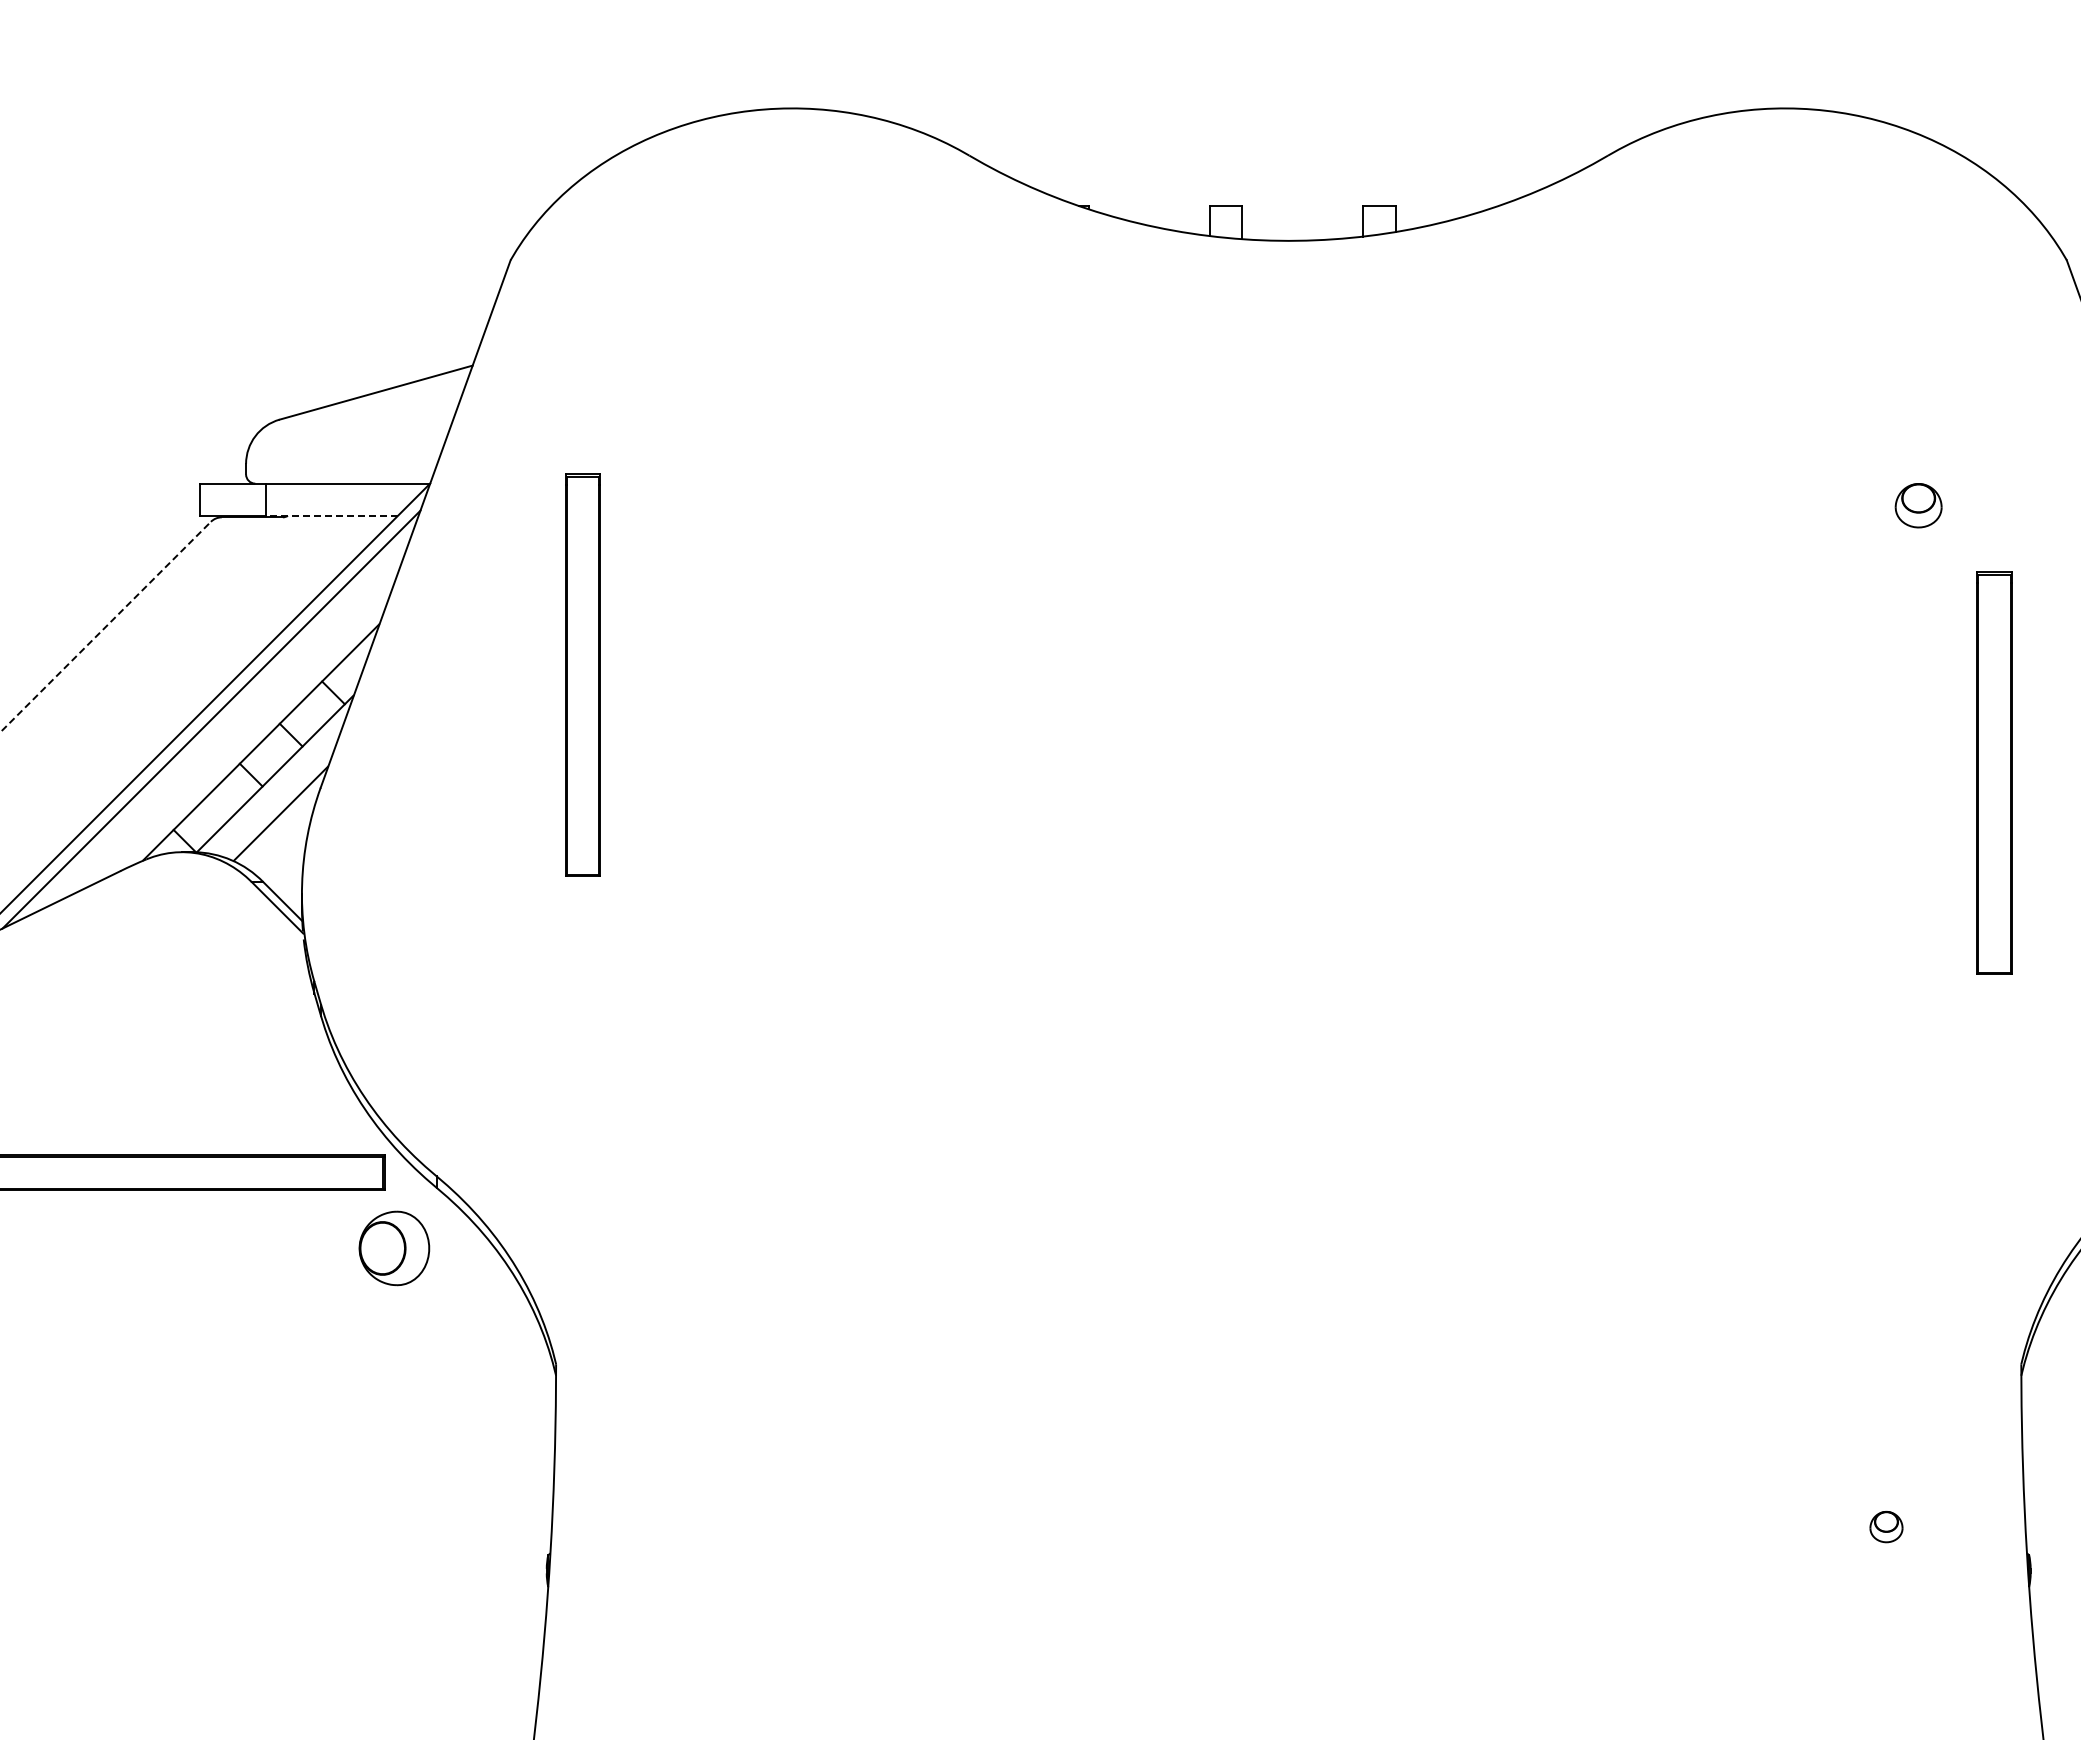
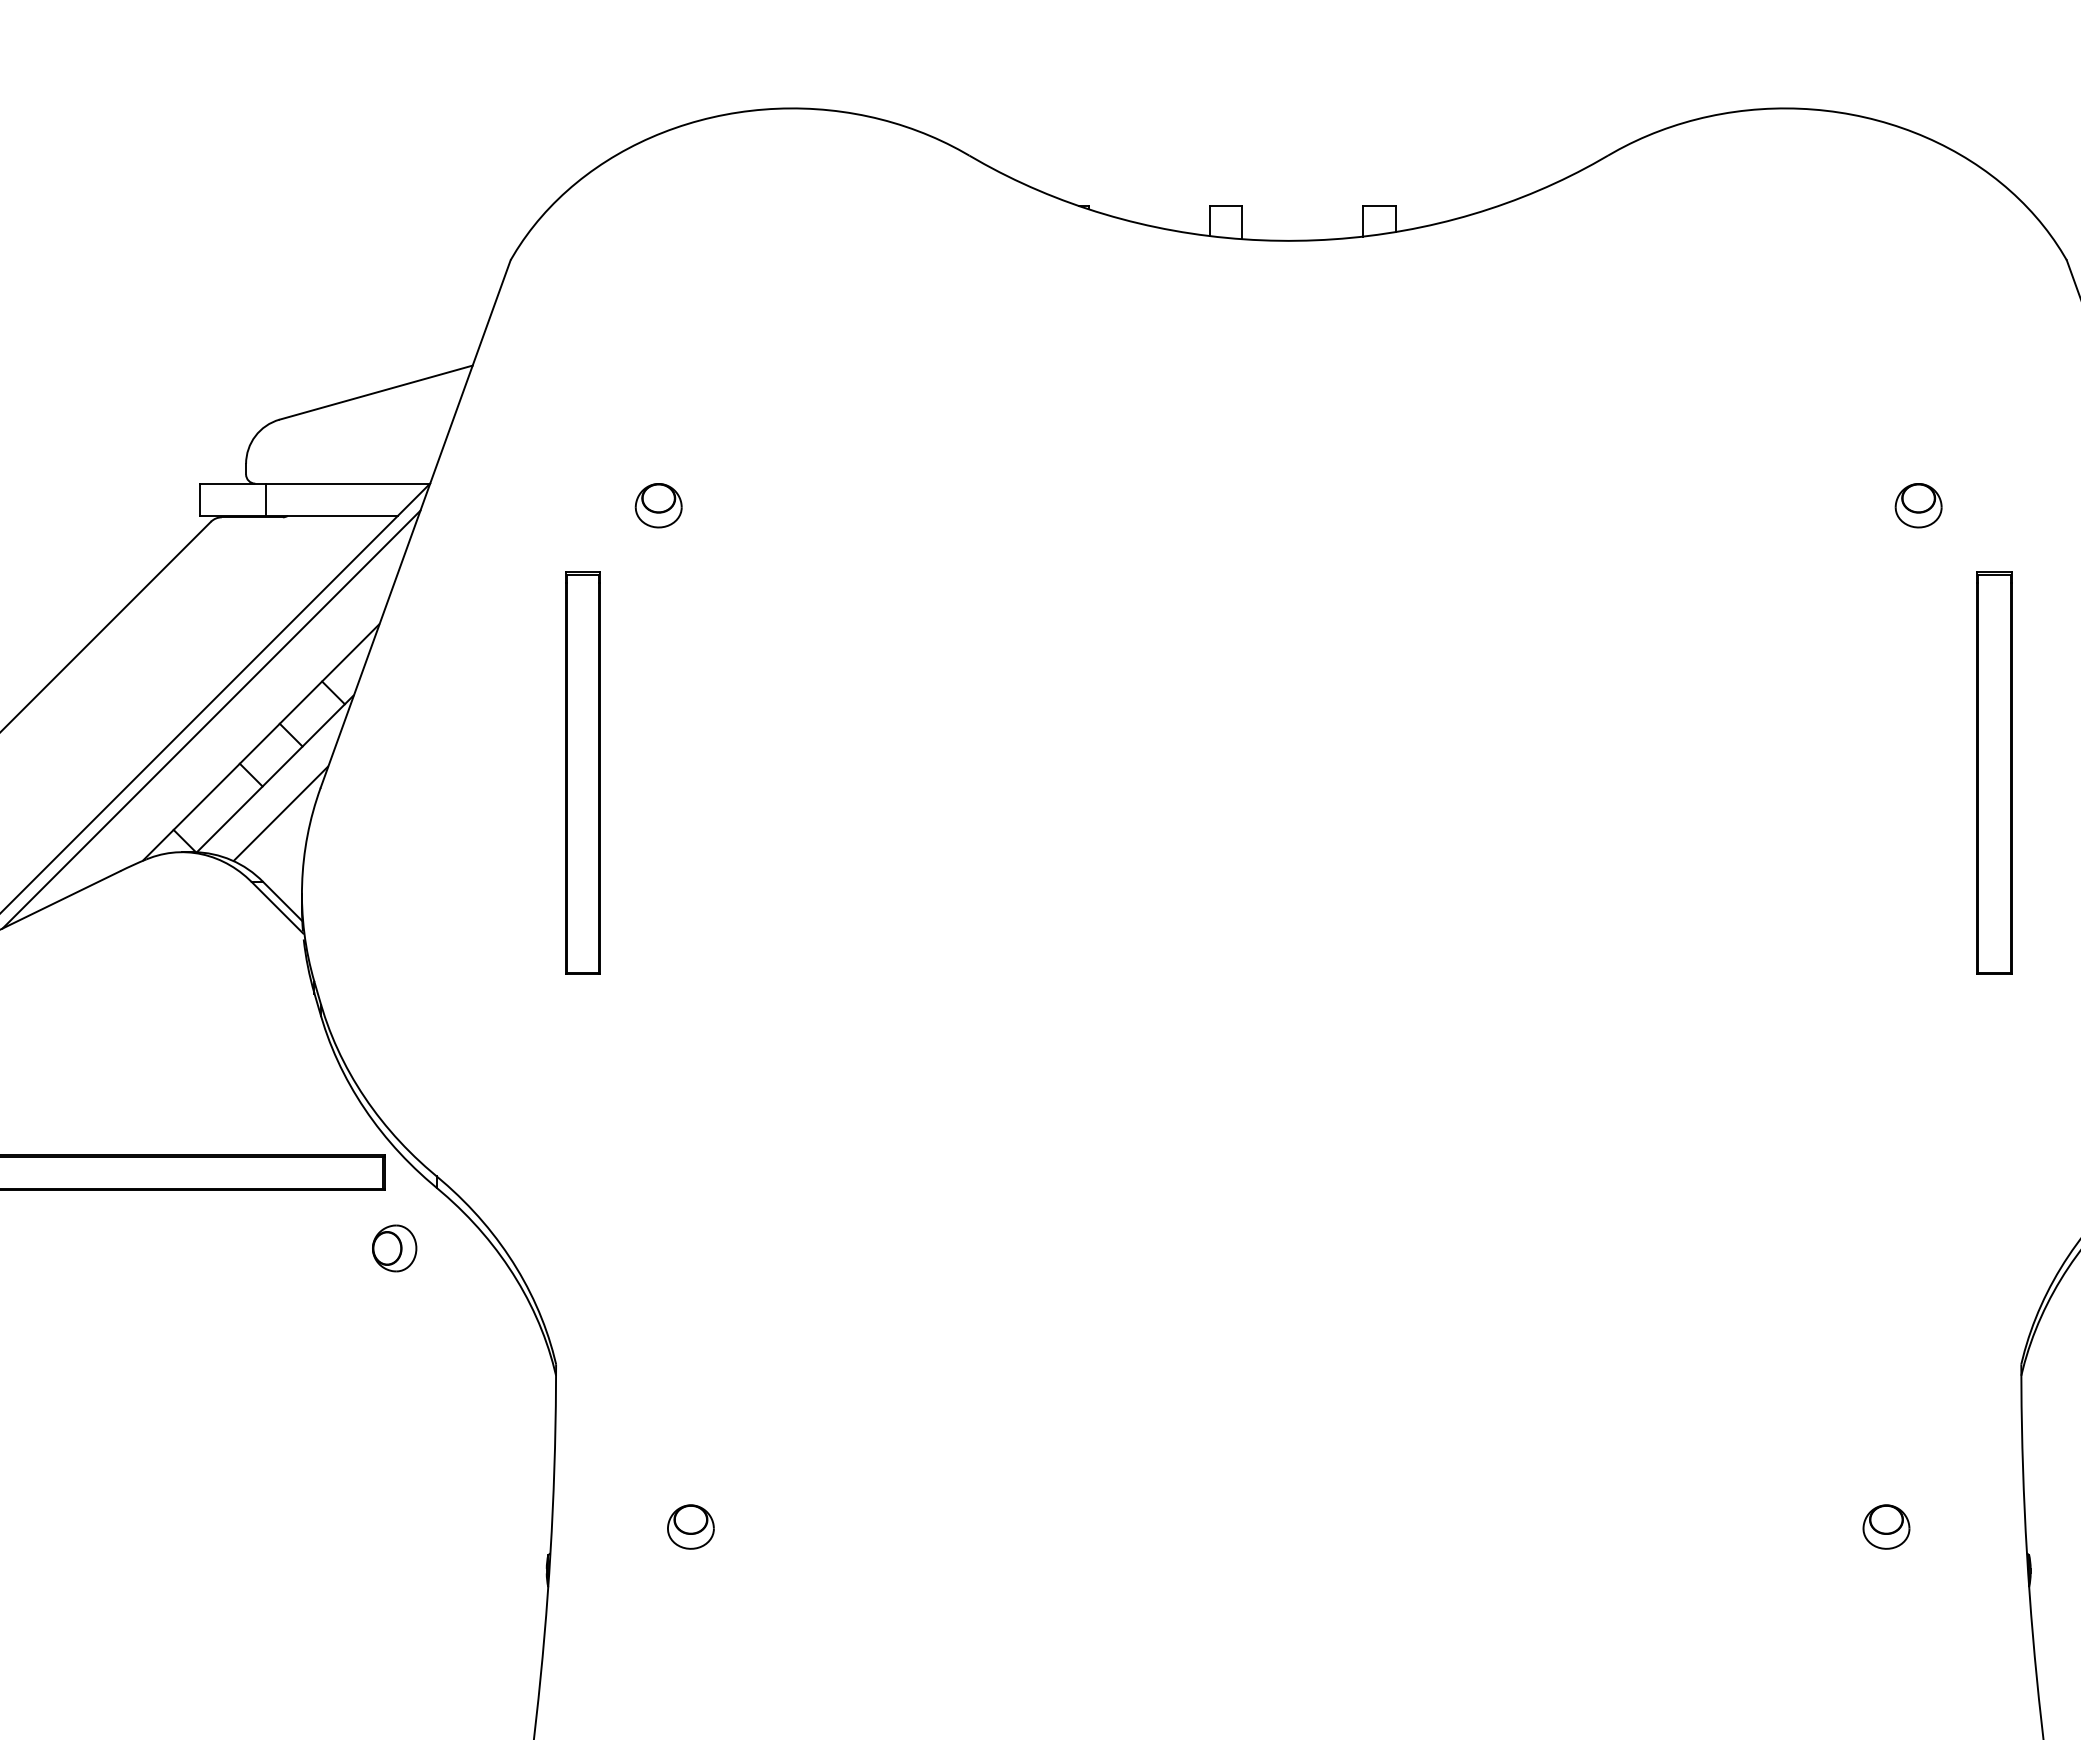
part at (658, 505): none -> present
line at (331, 515): dashed -> solid
line at (105, 627): dashed -> solid
part at (582, 674) position: (582, 674) -> (582, 772)
part at (394, 1248) size: 73x77 px -> 46x49 px
part at (690, 1526): none -> present
part at (1886, 1527) size: 35x33 px -> 49x46 px
